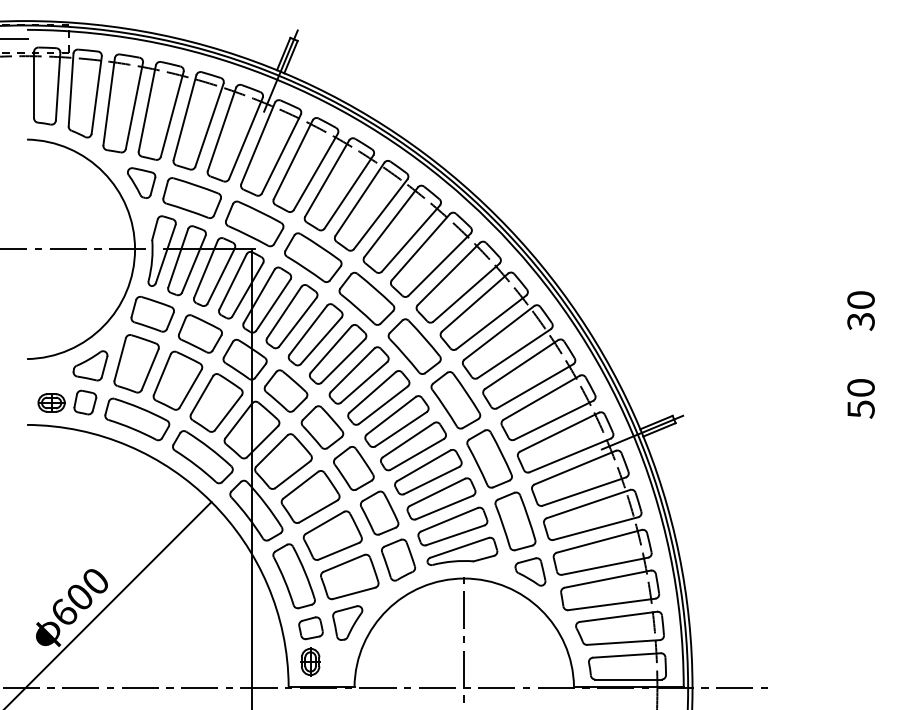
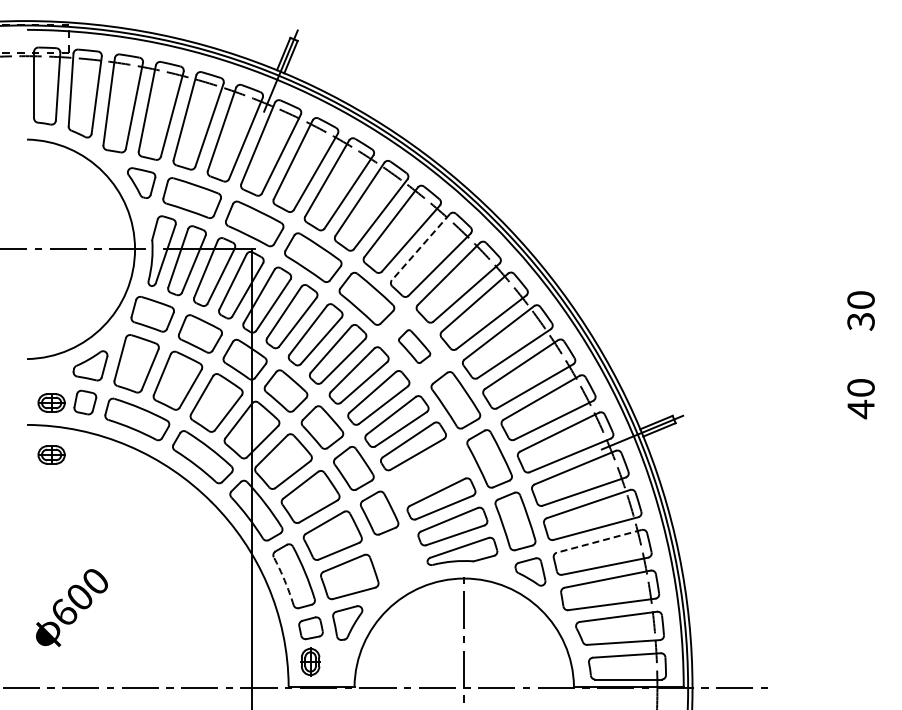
line at (15, 38): present -> none
line at (420, 247): solid -> dashed
part at (414, 346) size: 55x57 px -> 34x35 px
text at (860, 409): 50 -> 40
part at (51, 454): none -> present
part at (428, 472): present -> none
line at (599, 541): solid -> dashed
part at (398, 559): present -> none
arc at (284, 580): solid -> dashed
line at (108, 604): present -> none
